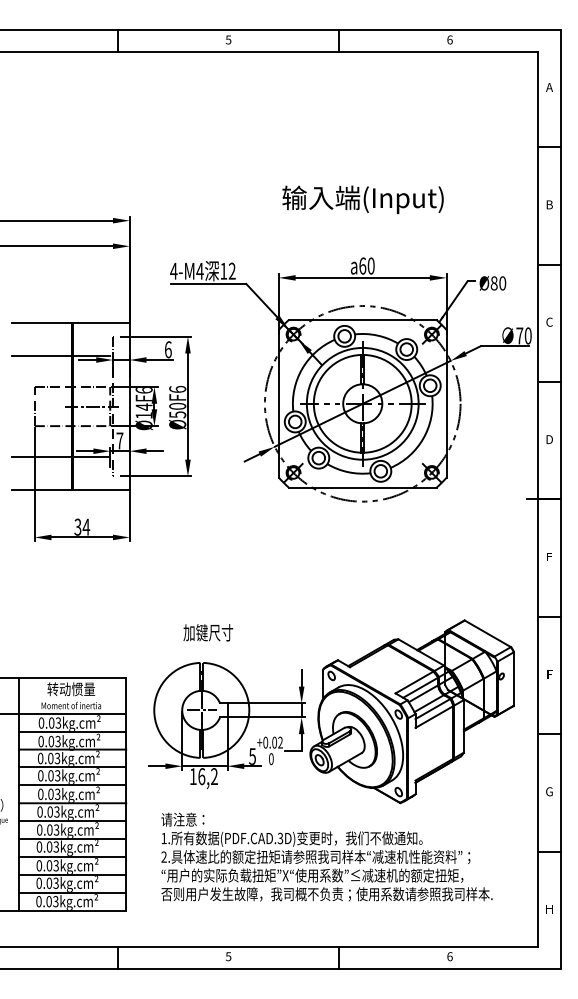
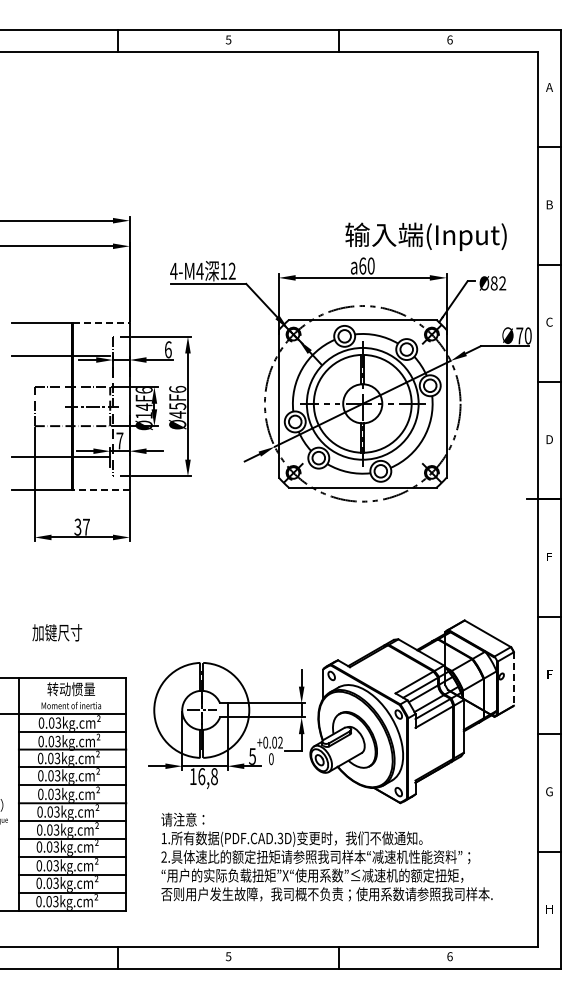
text at (362, 199) position: (362, 199) -> (425, 236)
text at (502, 283): Ø80 -> Ø82
line at (102, 322): solid -> dashed
text at (177, 410): Ø50 -> Ø45
line at (101, 490): solid -> dashed
text at (86, 526): 34 -> 37
text at (208, 632) position: (208, 632) -> (57, 632)
line at (513, 678): solid -> dashed
text at (214, 776): 16,2 -> 16,8
